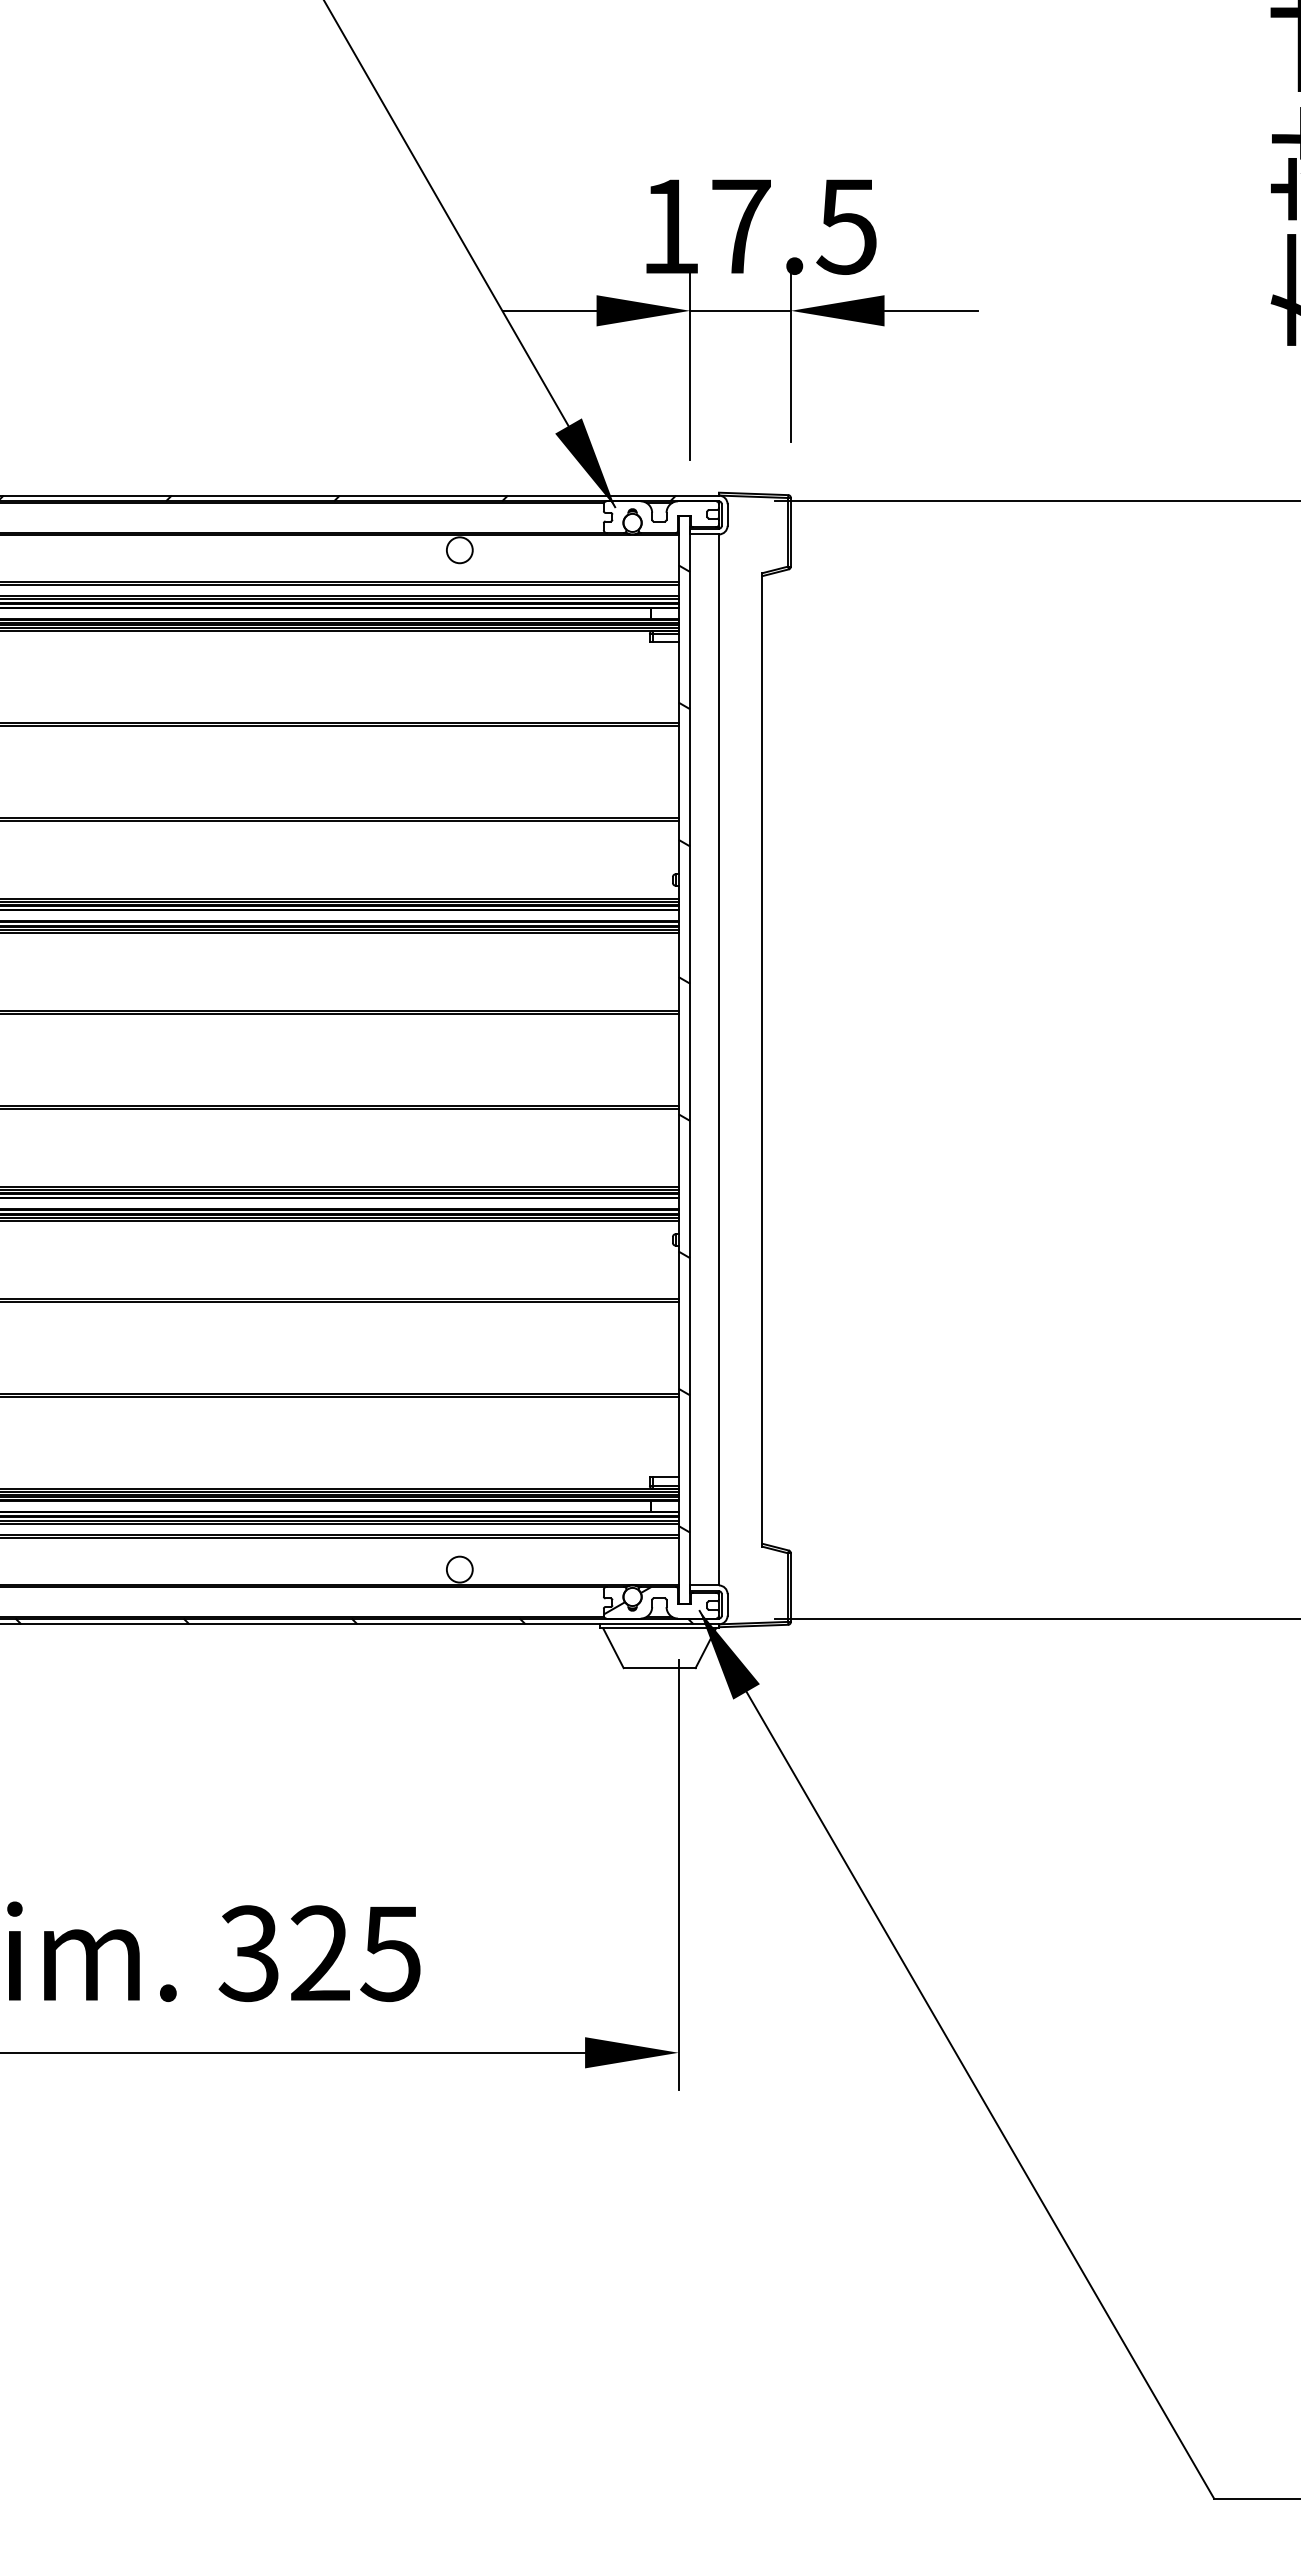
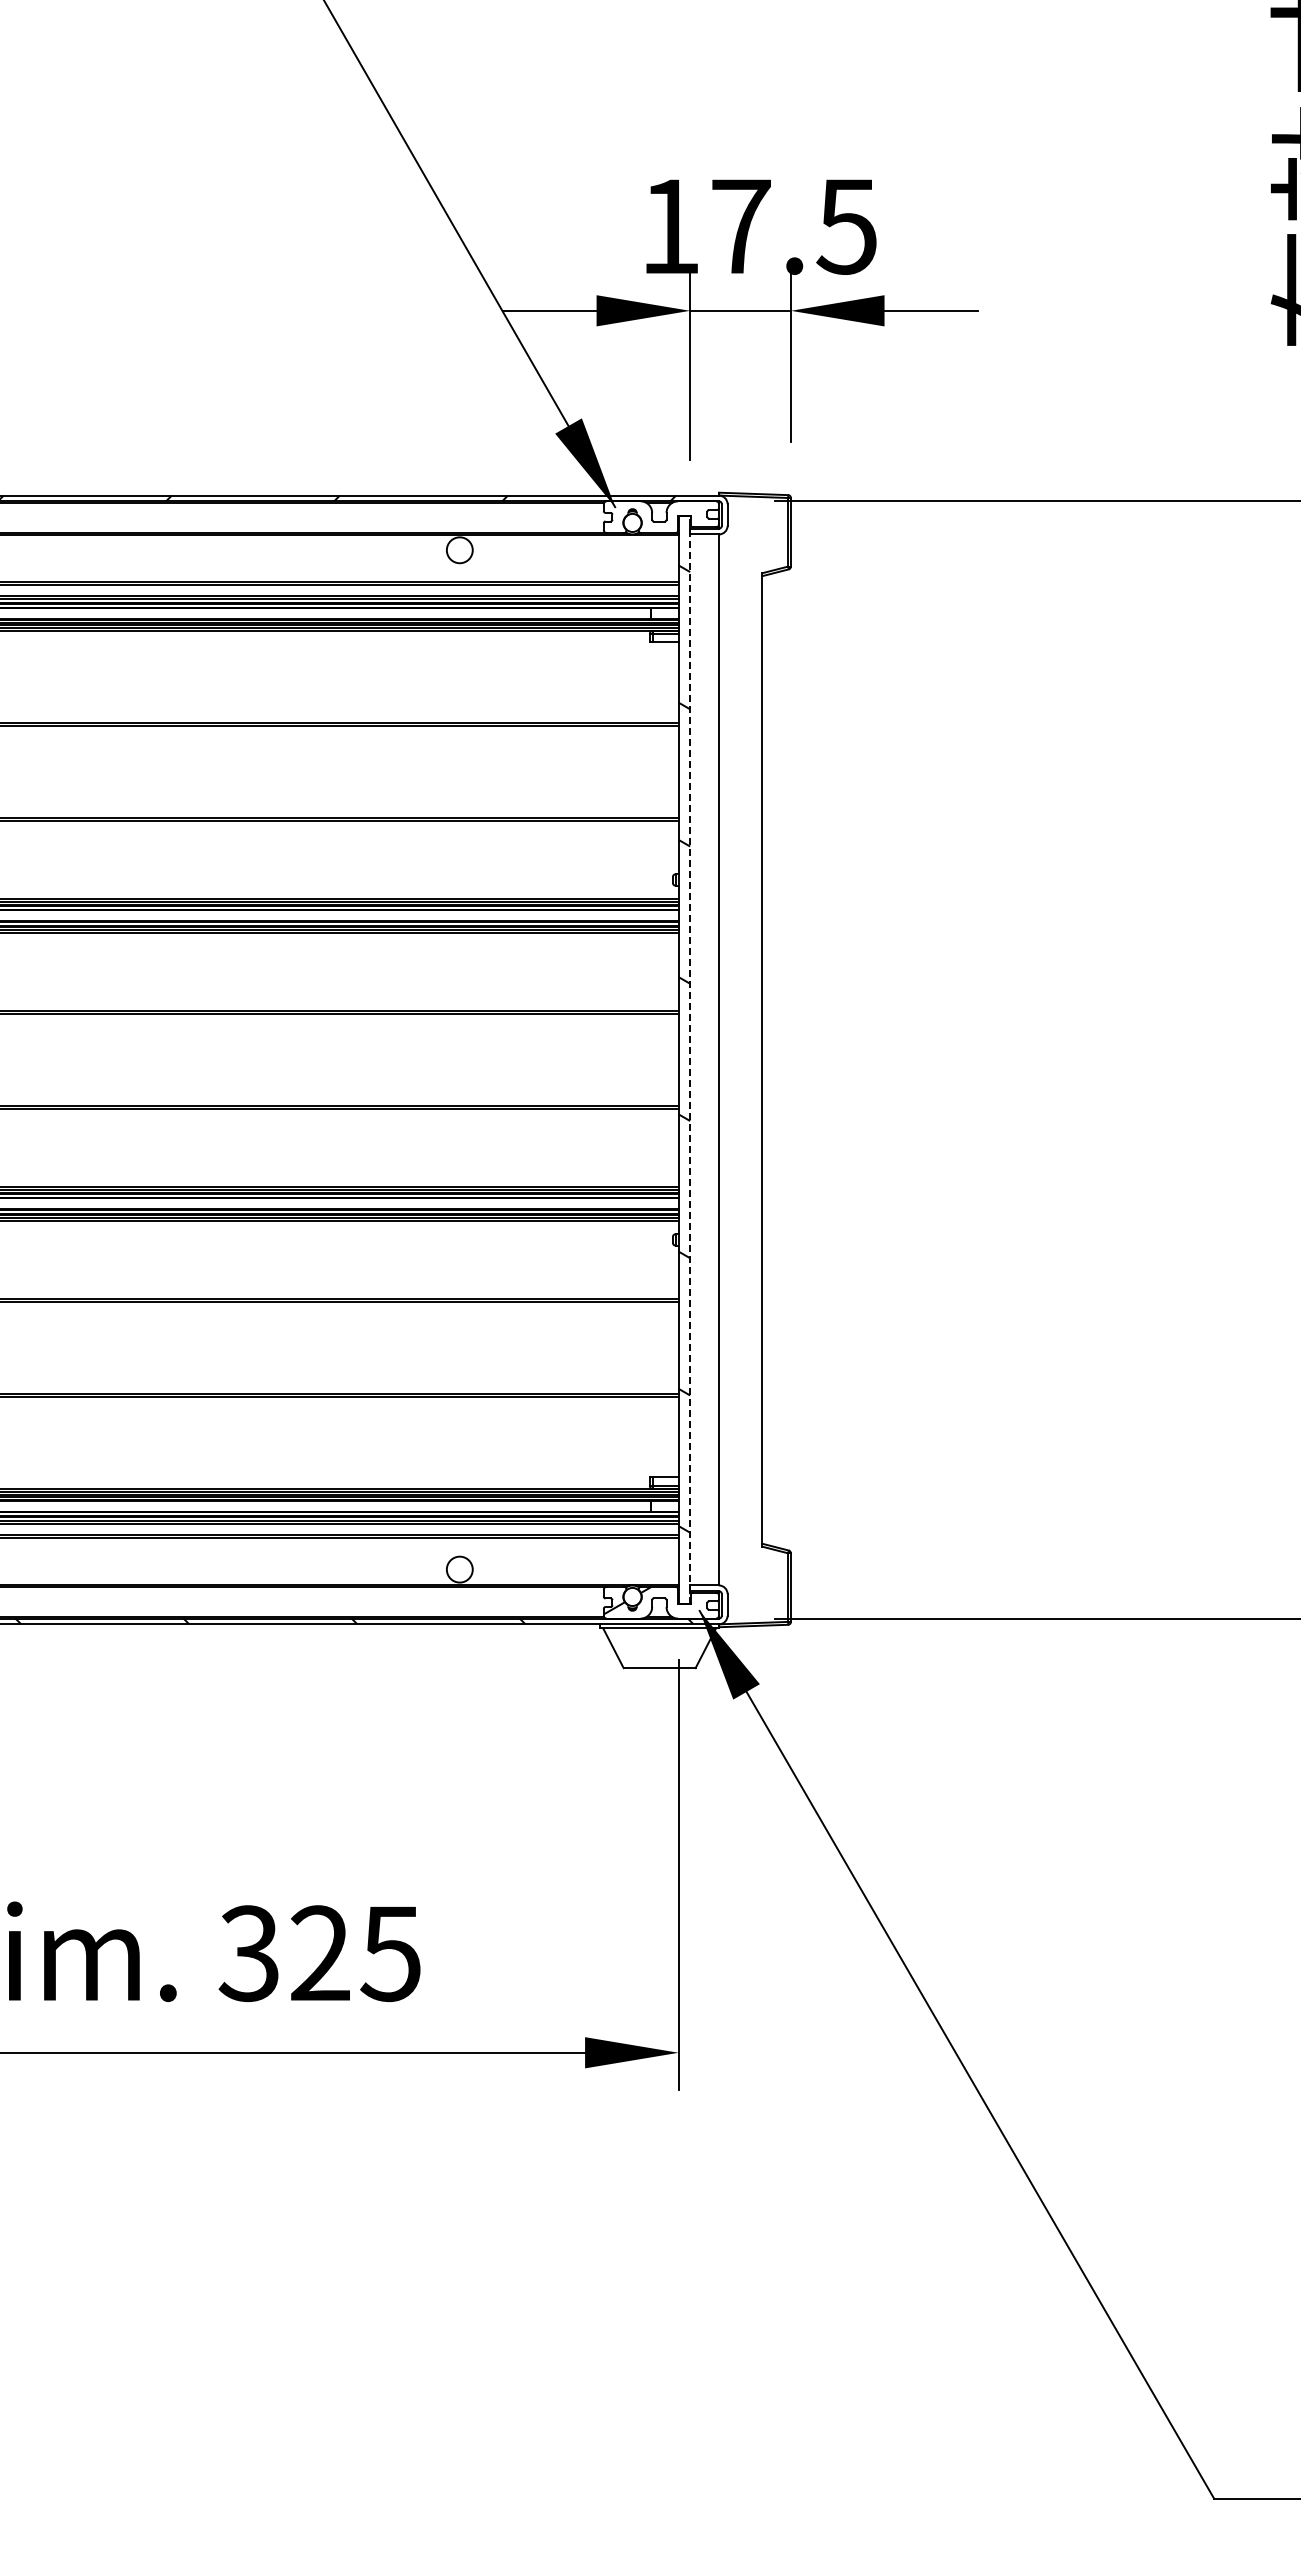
line at (690, 1059): solid -> dashed
